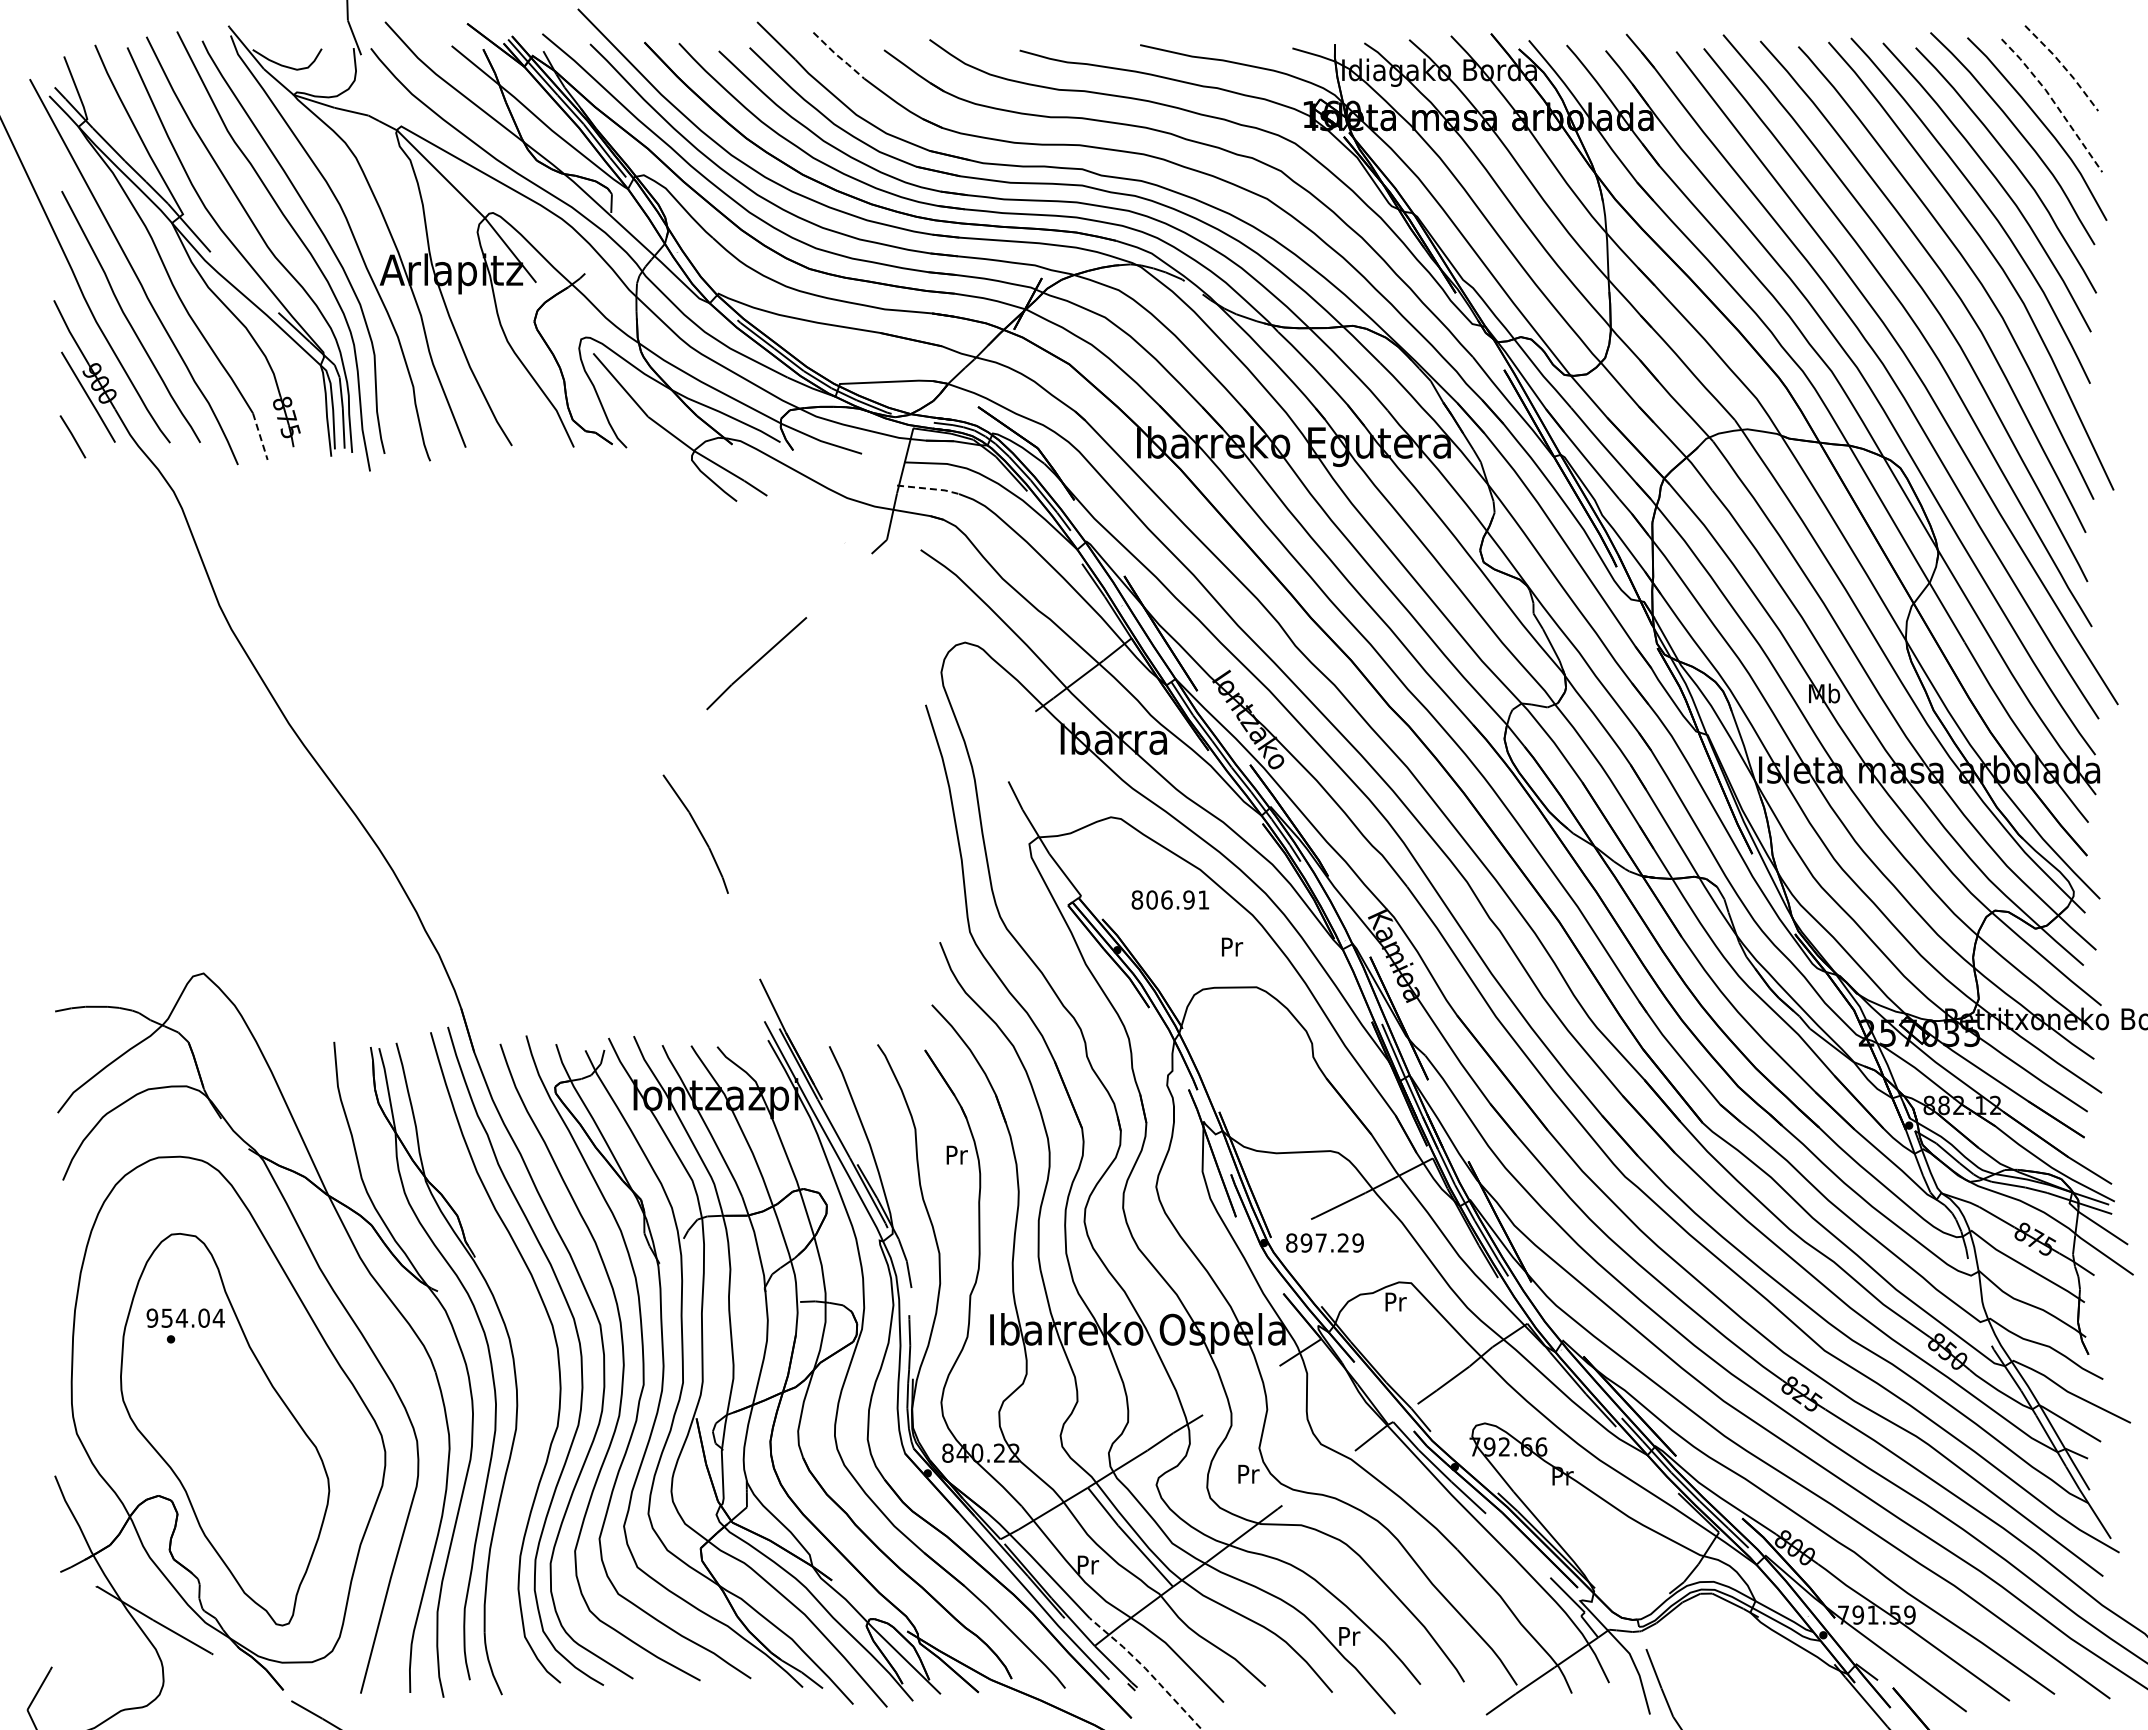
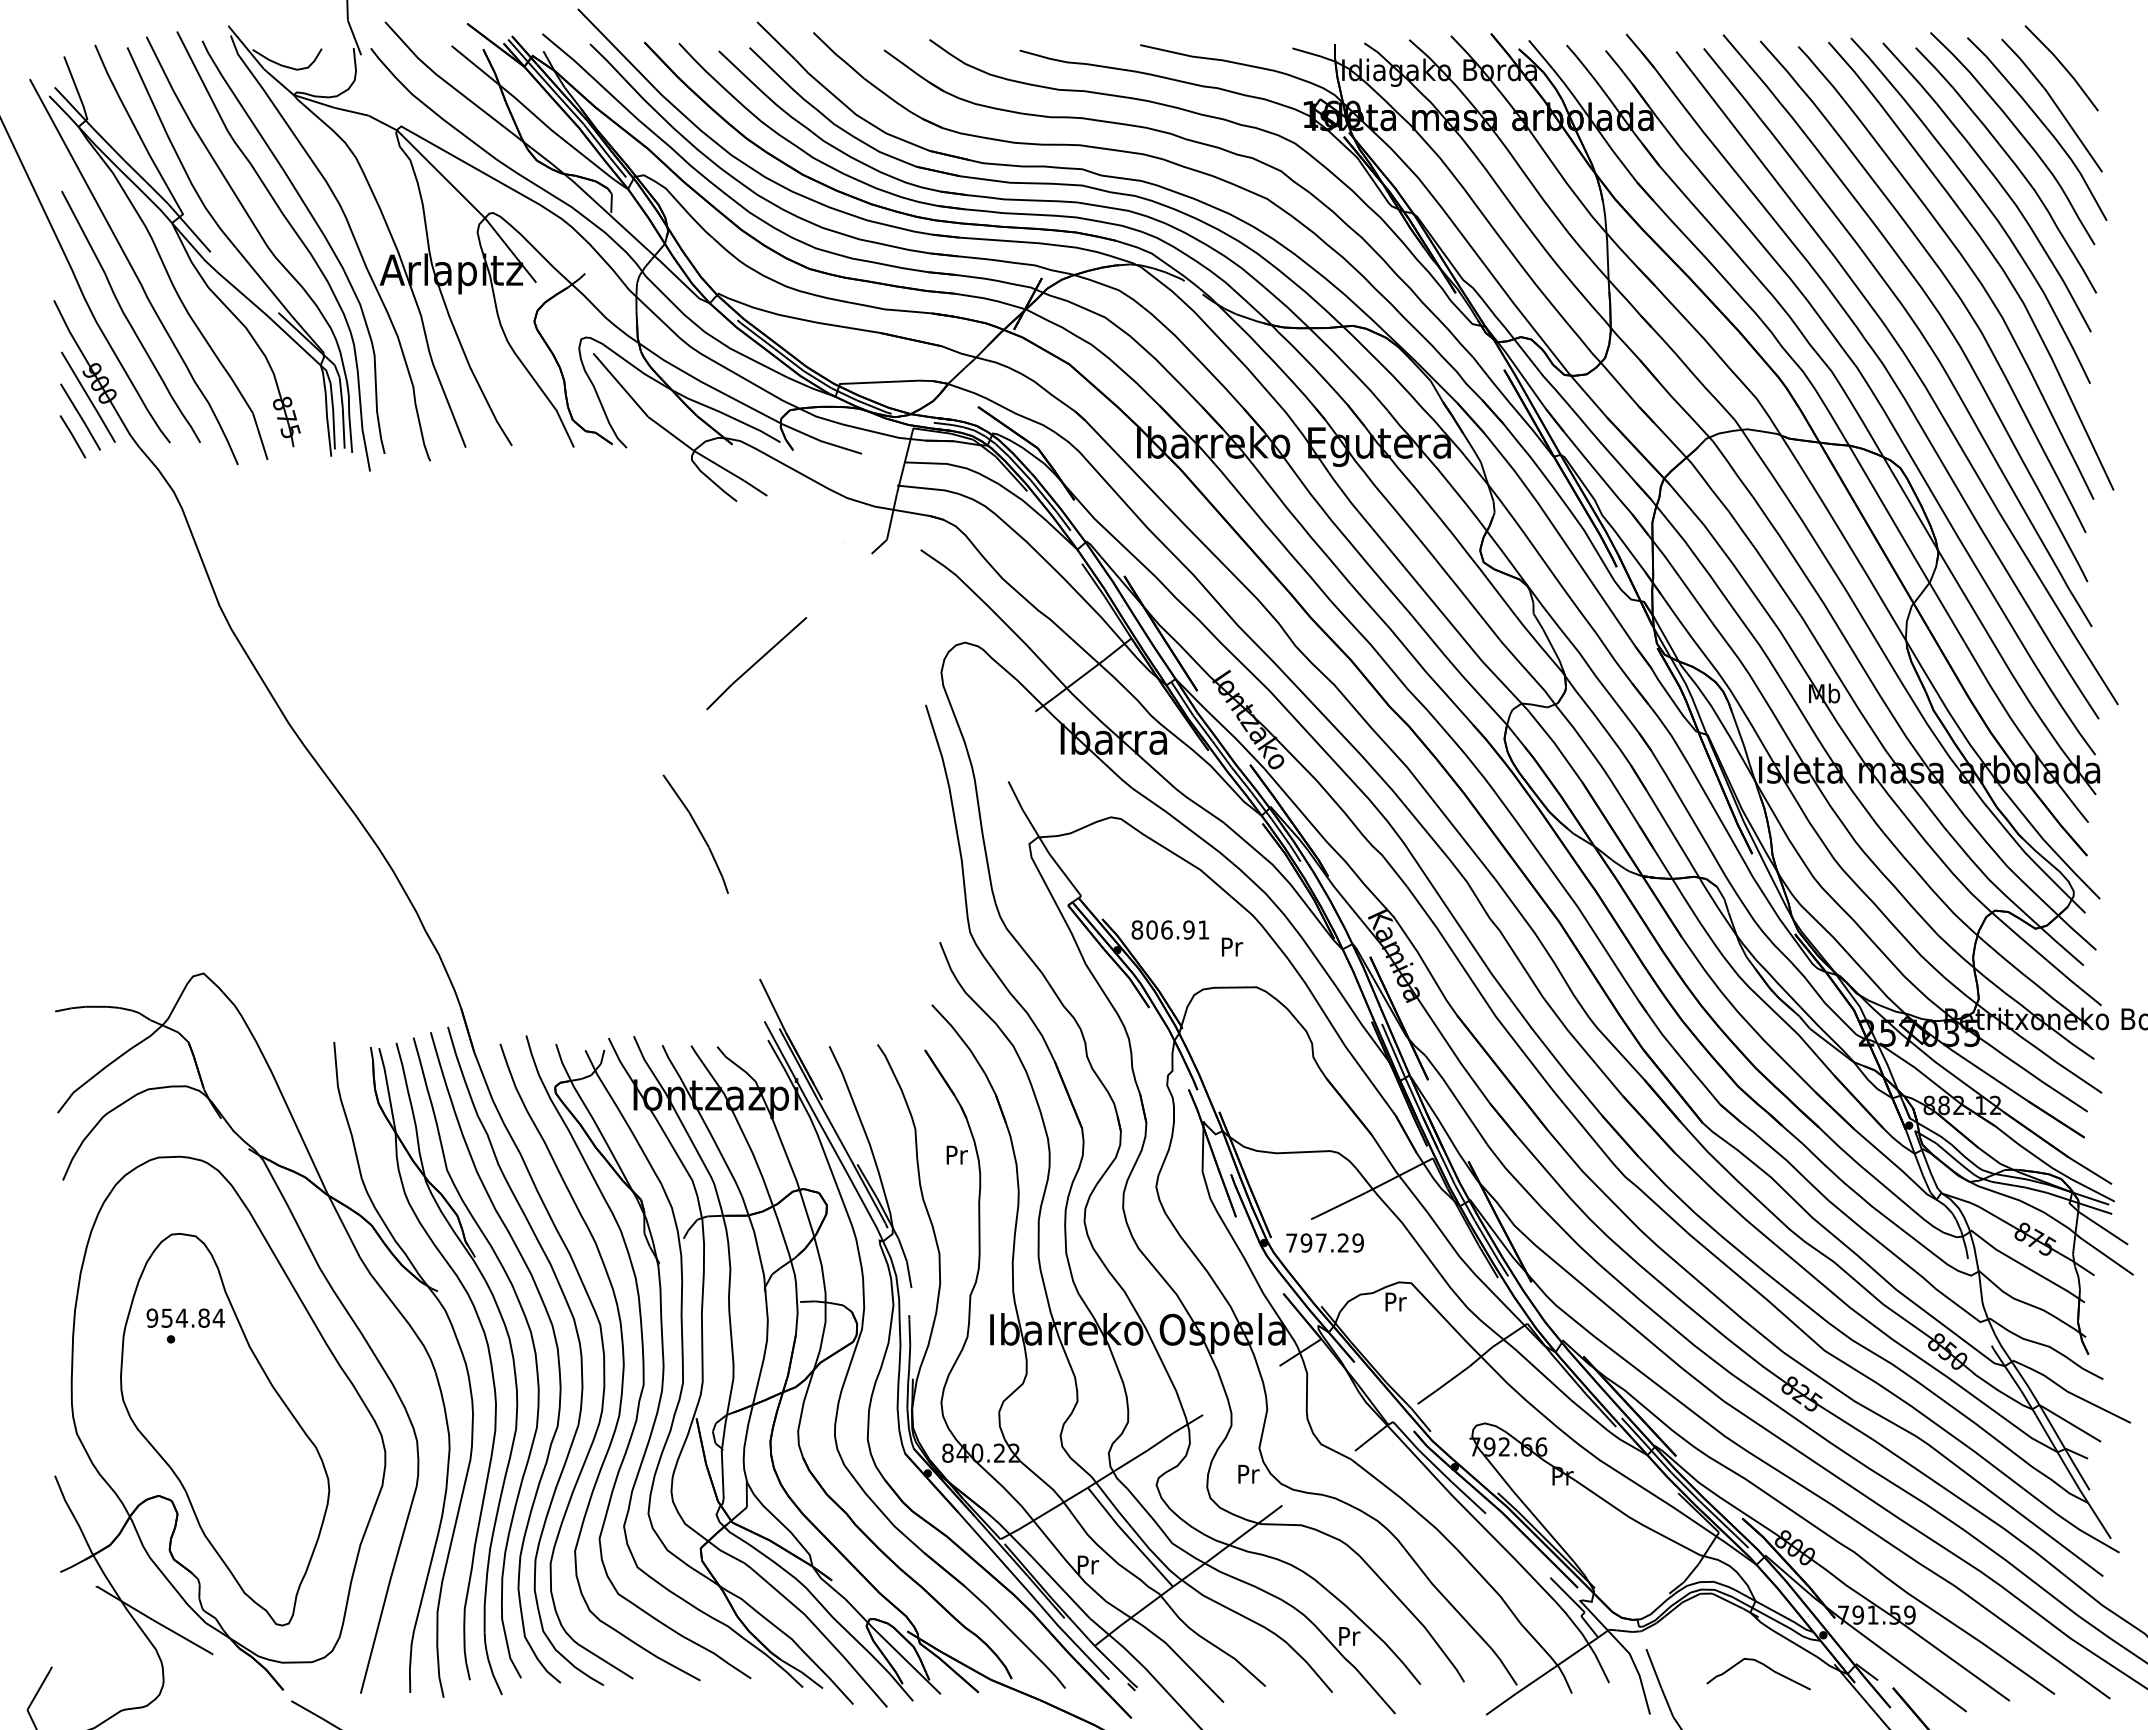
line at (838, 56): dashed -> solid
line at (2063, 66): dashed -> solid
line at (2054, 102): dashed -> solid
line at (80, 416): none -> present
line at (260, 437): dashed -> solid
line at (929, 488): dashed -> solid
text at (1169, 899) position: (1169, 899) -> (1169, 929)
text at (1291, 1242): 897.29 -> 797.29
text at (203, 1317): 954.04 -> 954.84
curve at (532, 1345): none -> present
curve at (1764, 1666): none -> present
line at (1147, 1670): dashed -> solid
